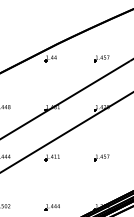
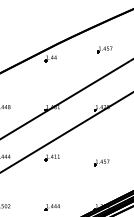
part at (101, 58) position: (101, 58) -> (104, 49)
part at (101, 157) position: (101, 157) -> (101, 162)
